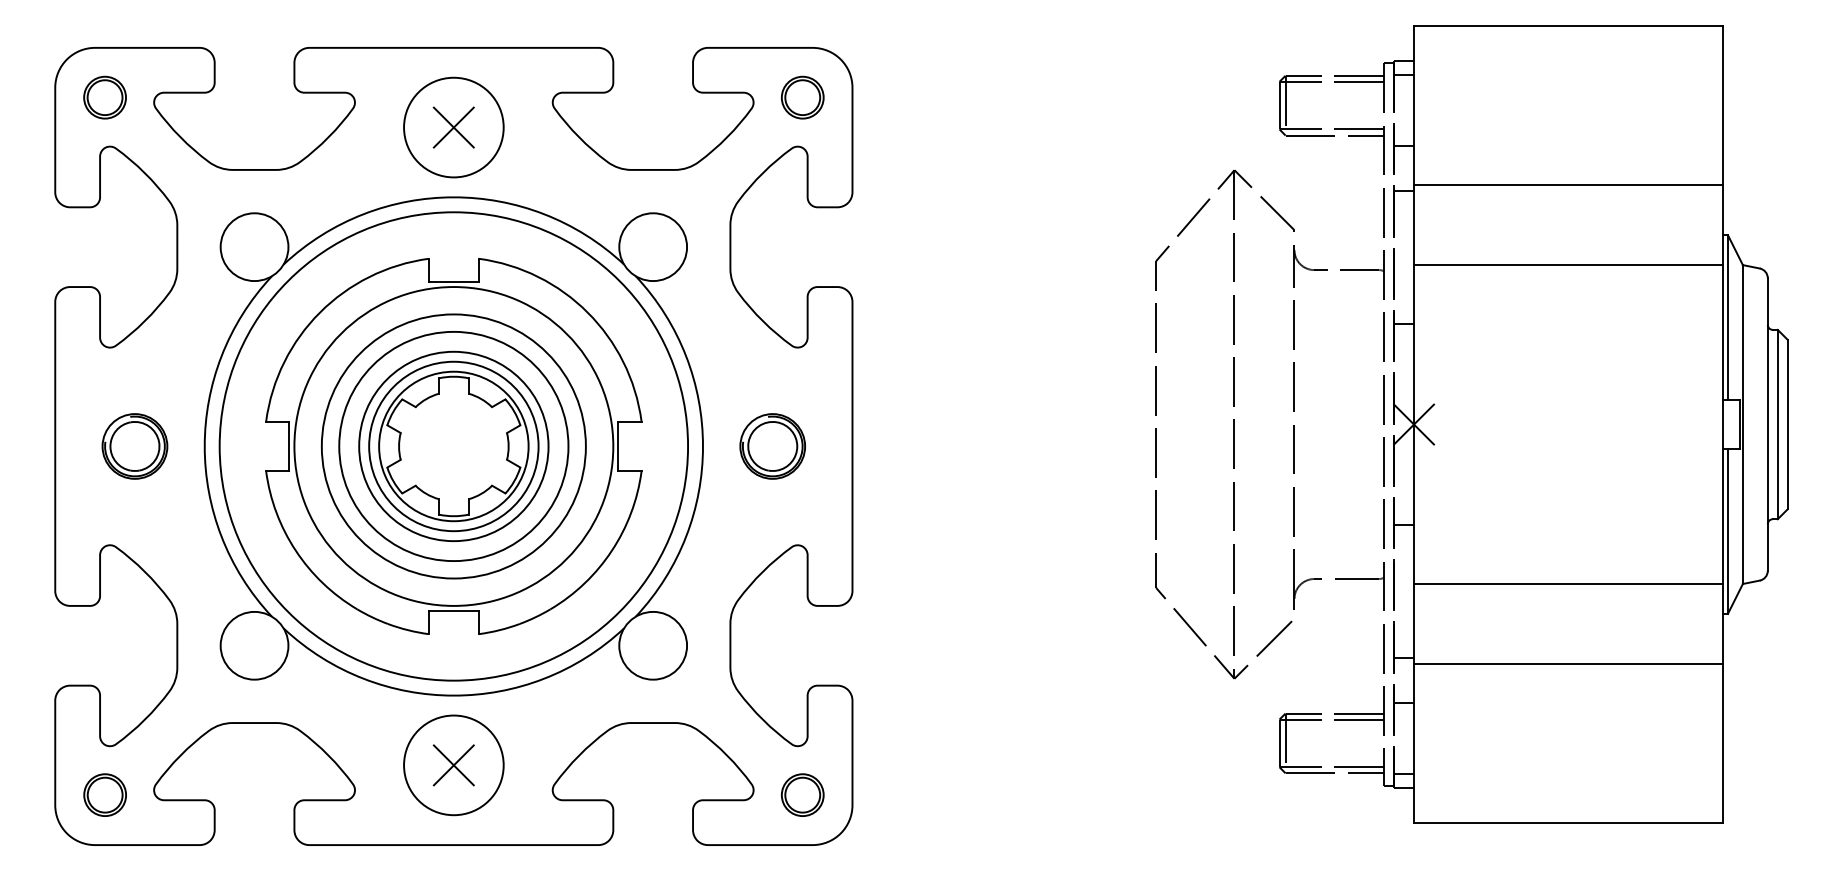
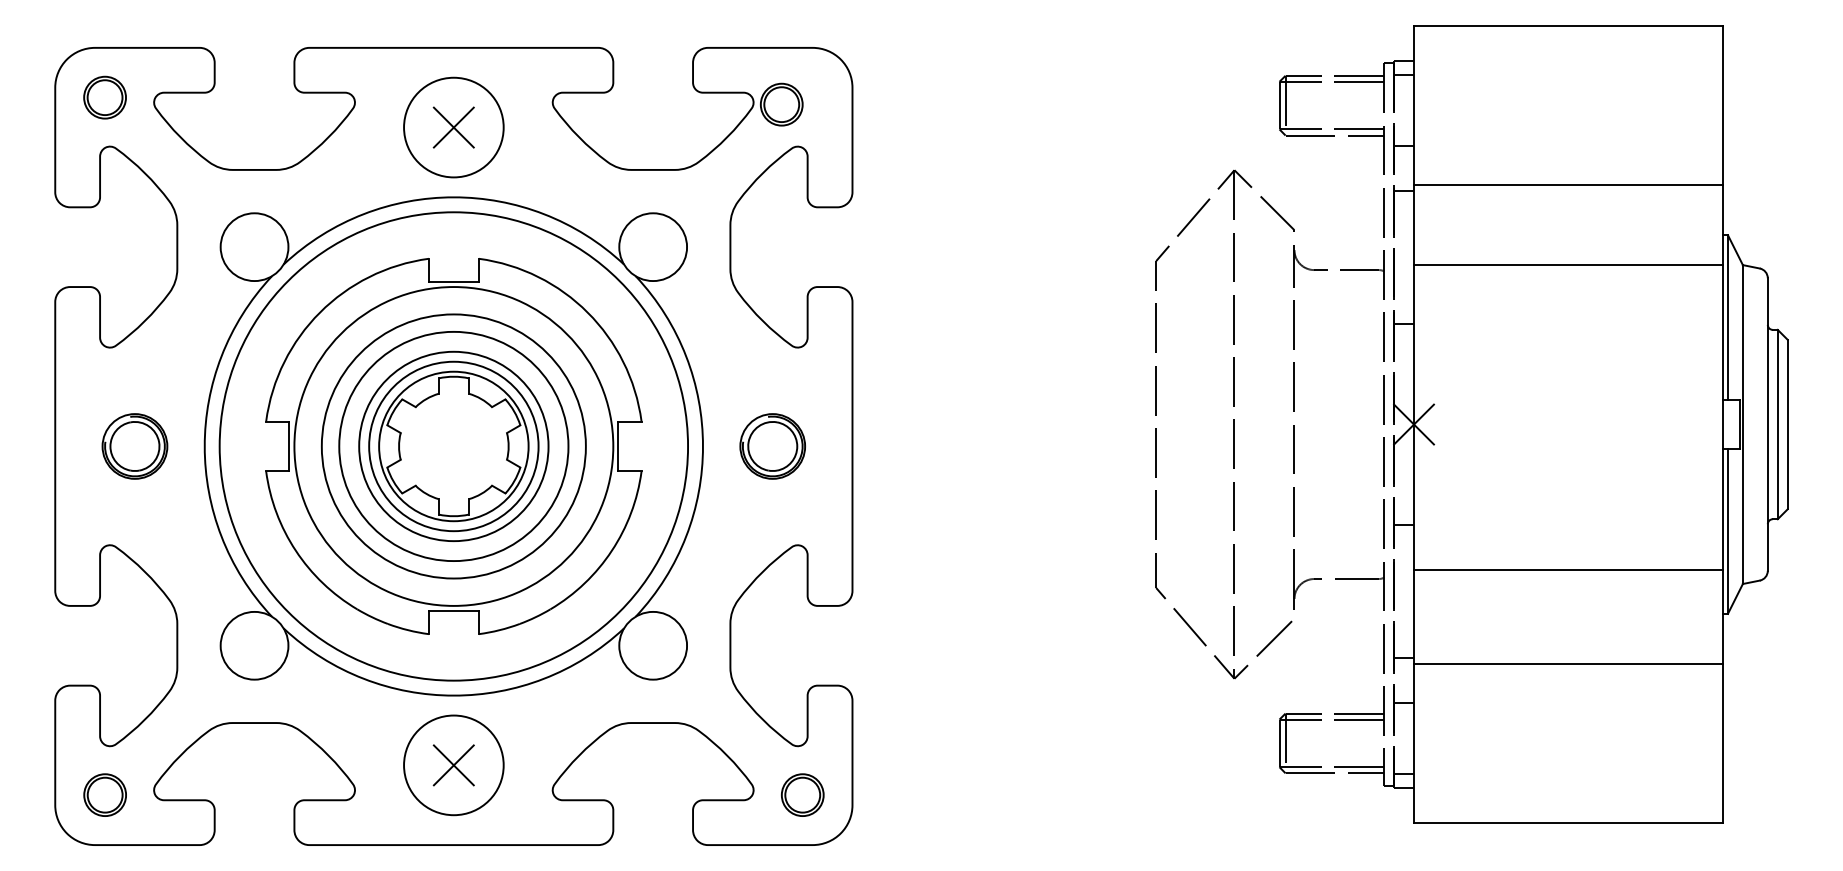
part at (802, 97) position: (802, 97) -> (781, 104)
line at (1568, 584) position: (1568, 584) -> (1568, 570)
